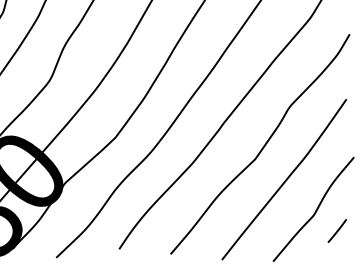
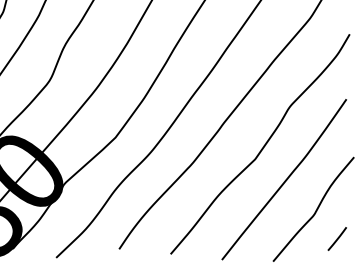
line at (336, 230) position: (336, 230) -> (336, 238)
